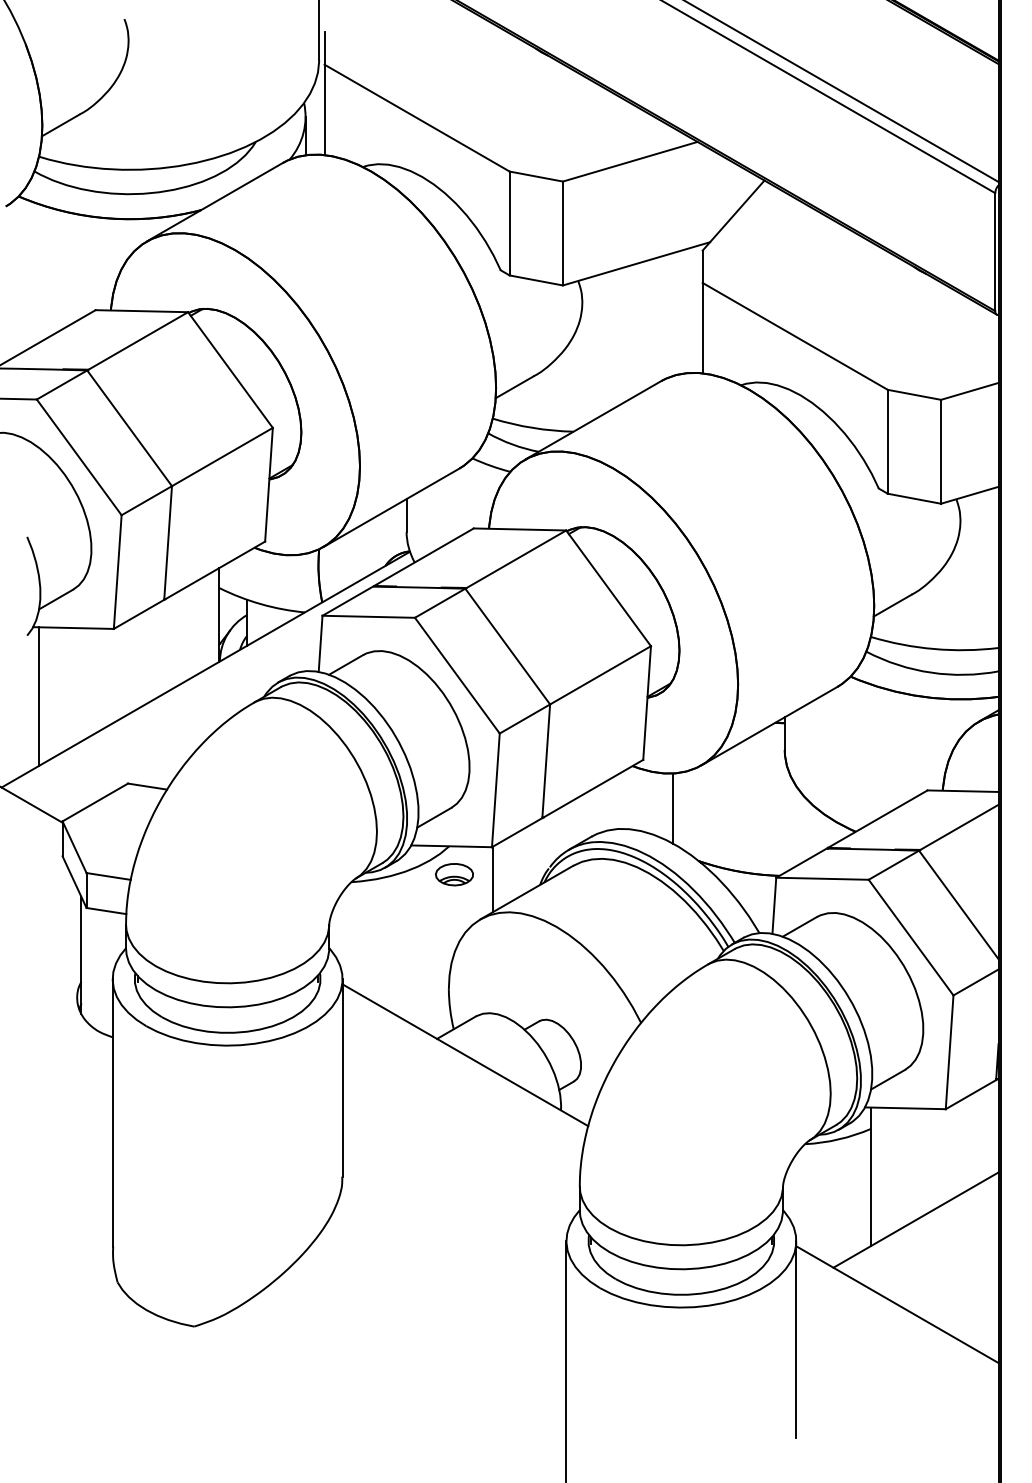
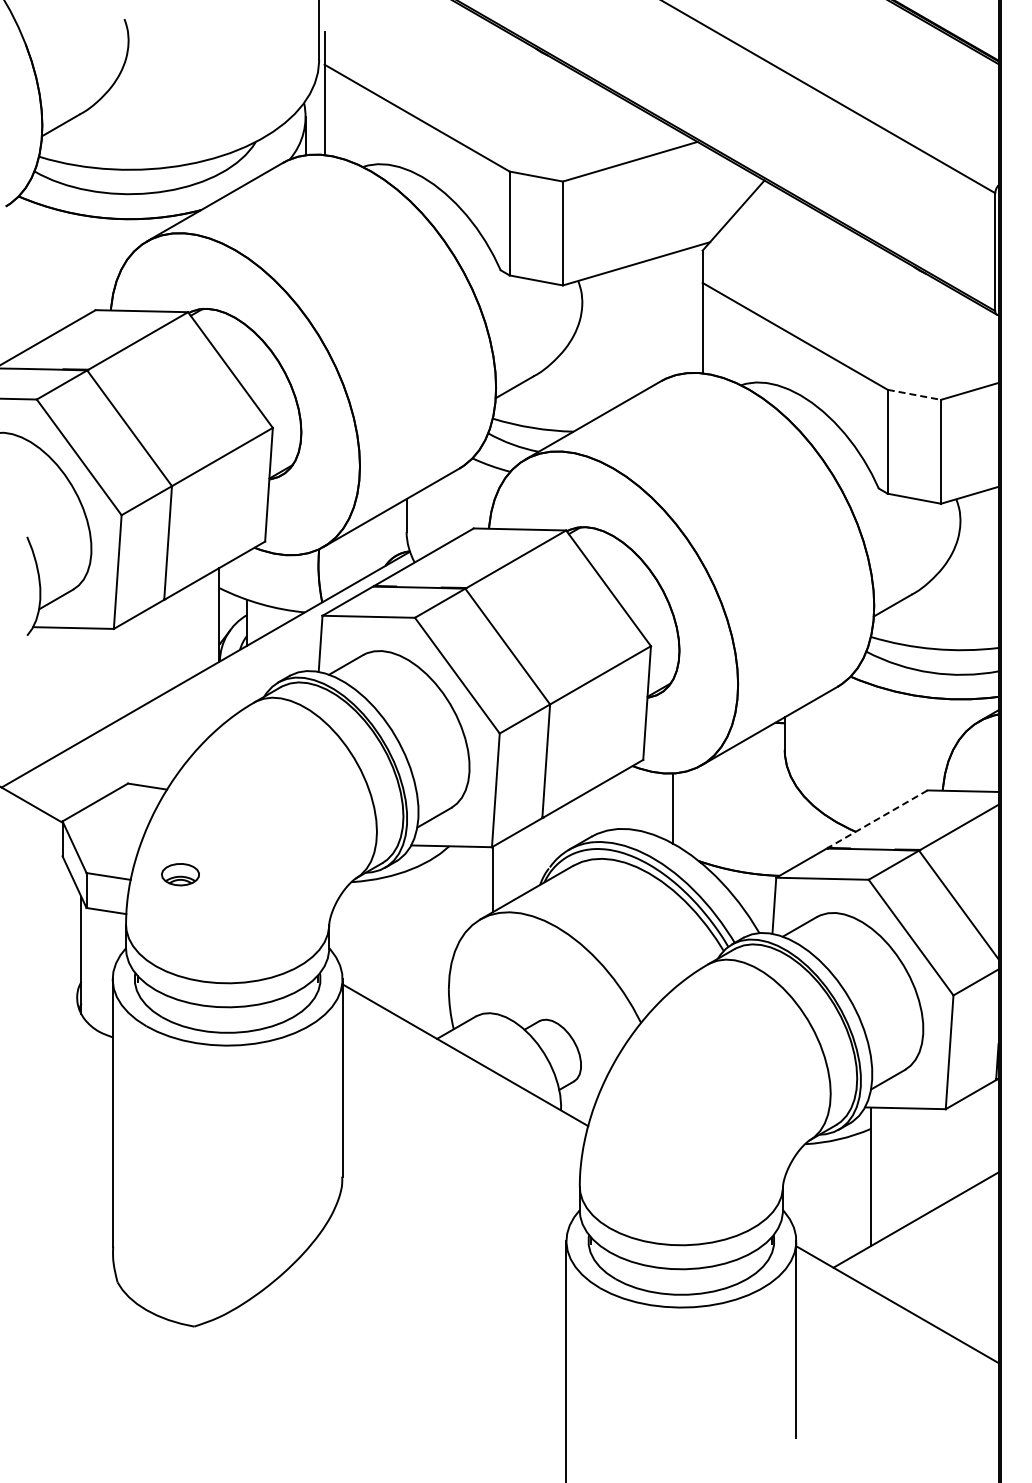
line at (842, 92): present -> none
line at (914, 394): solid -> dashed
line at (39, 696): present -> none
line at (877, 819): solid -> dashed
part at (454, 874) position: (454, 874) -> (180, 874)
